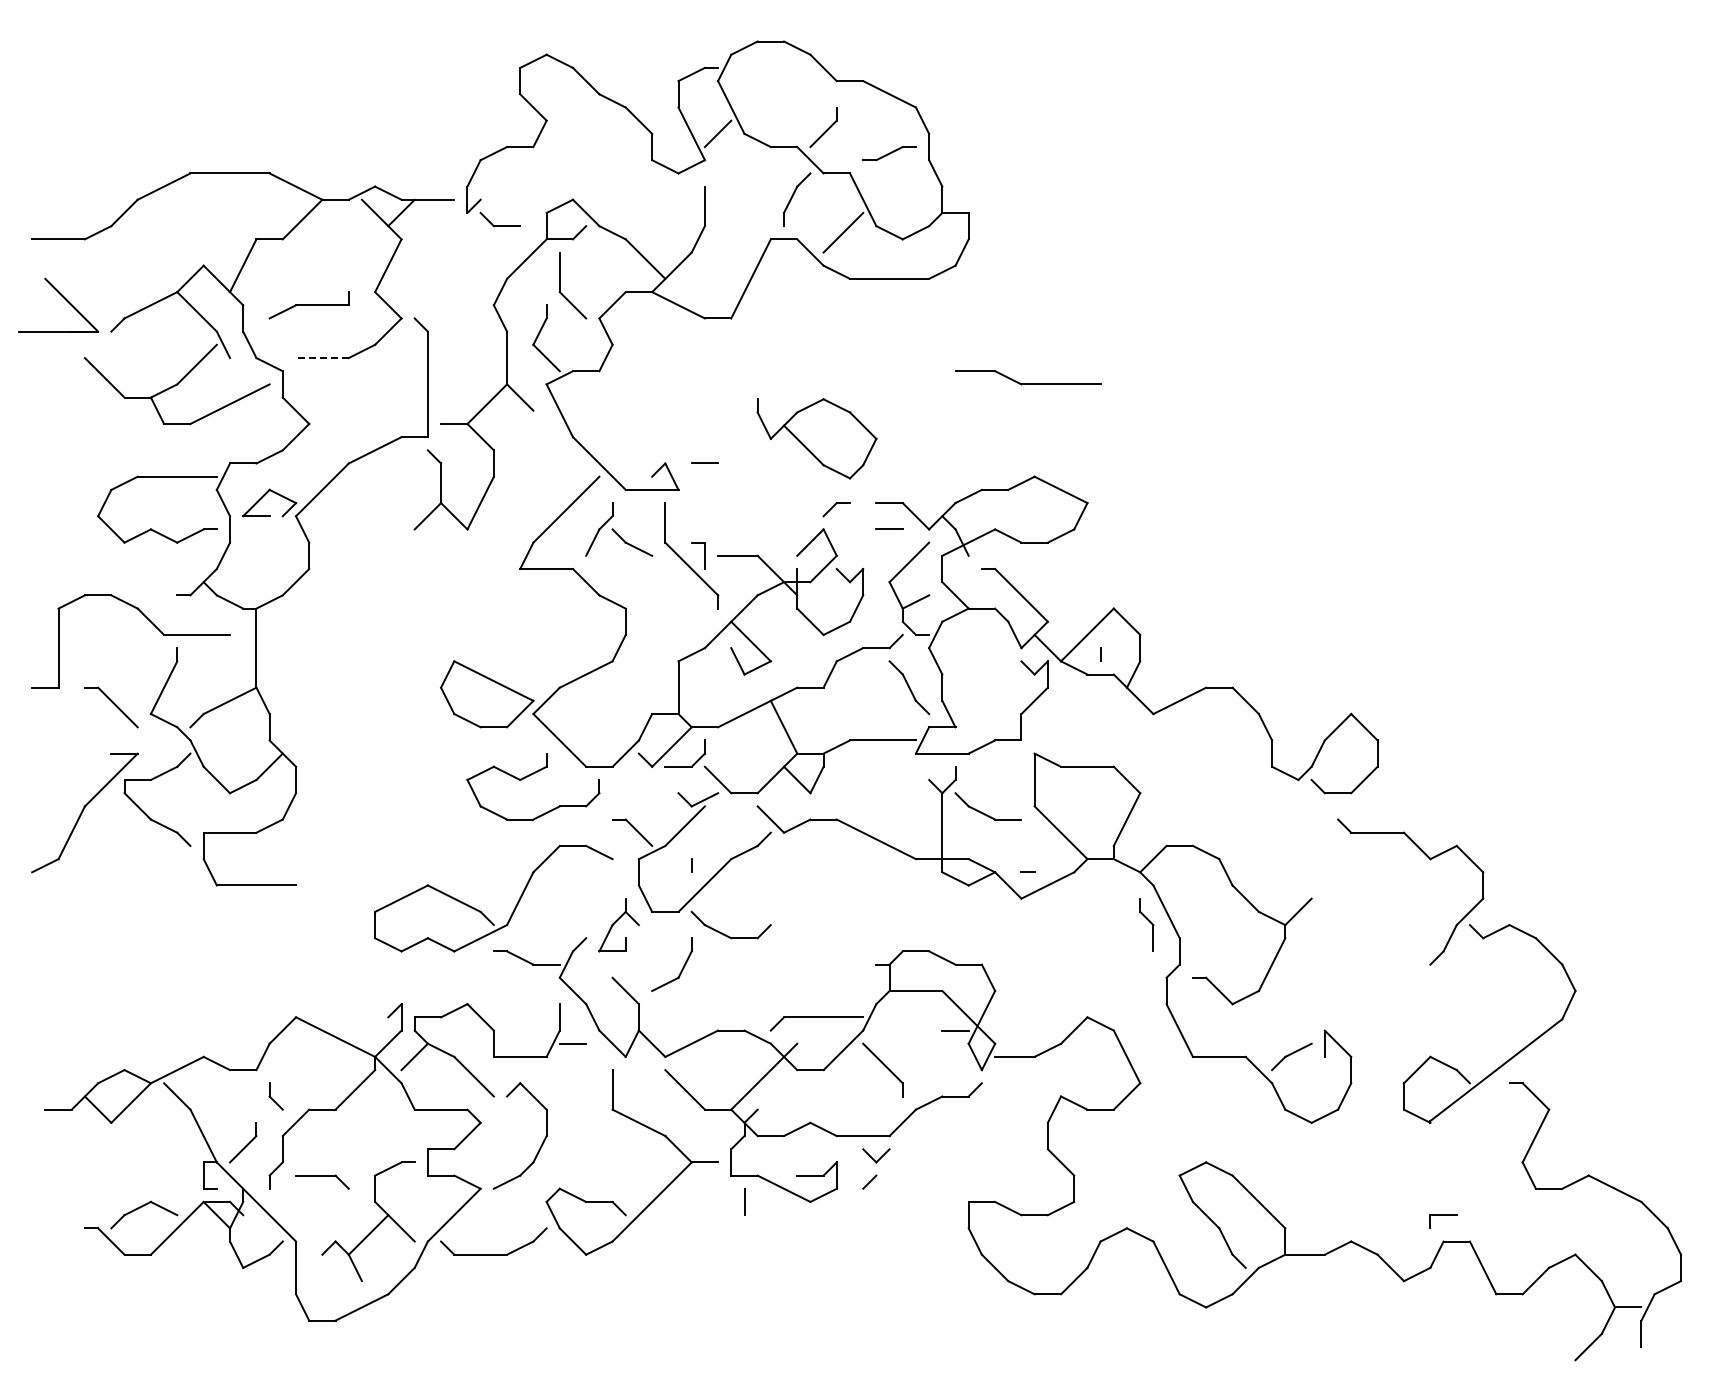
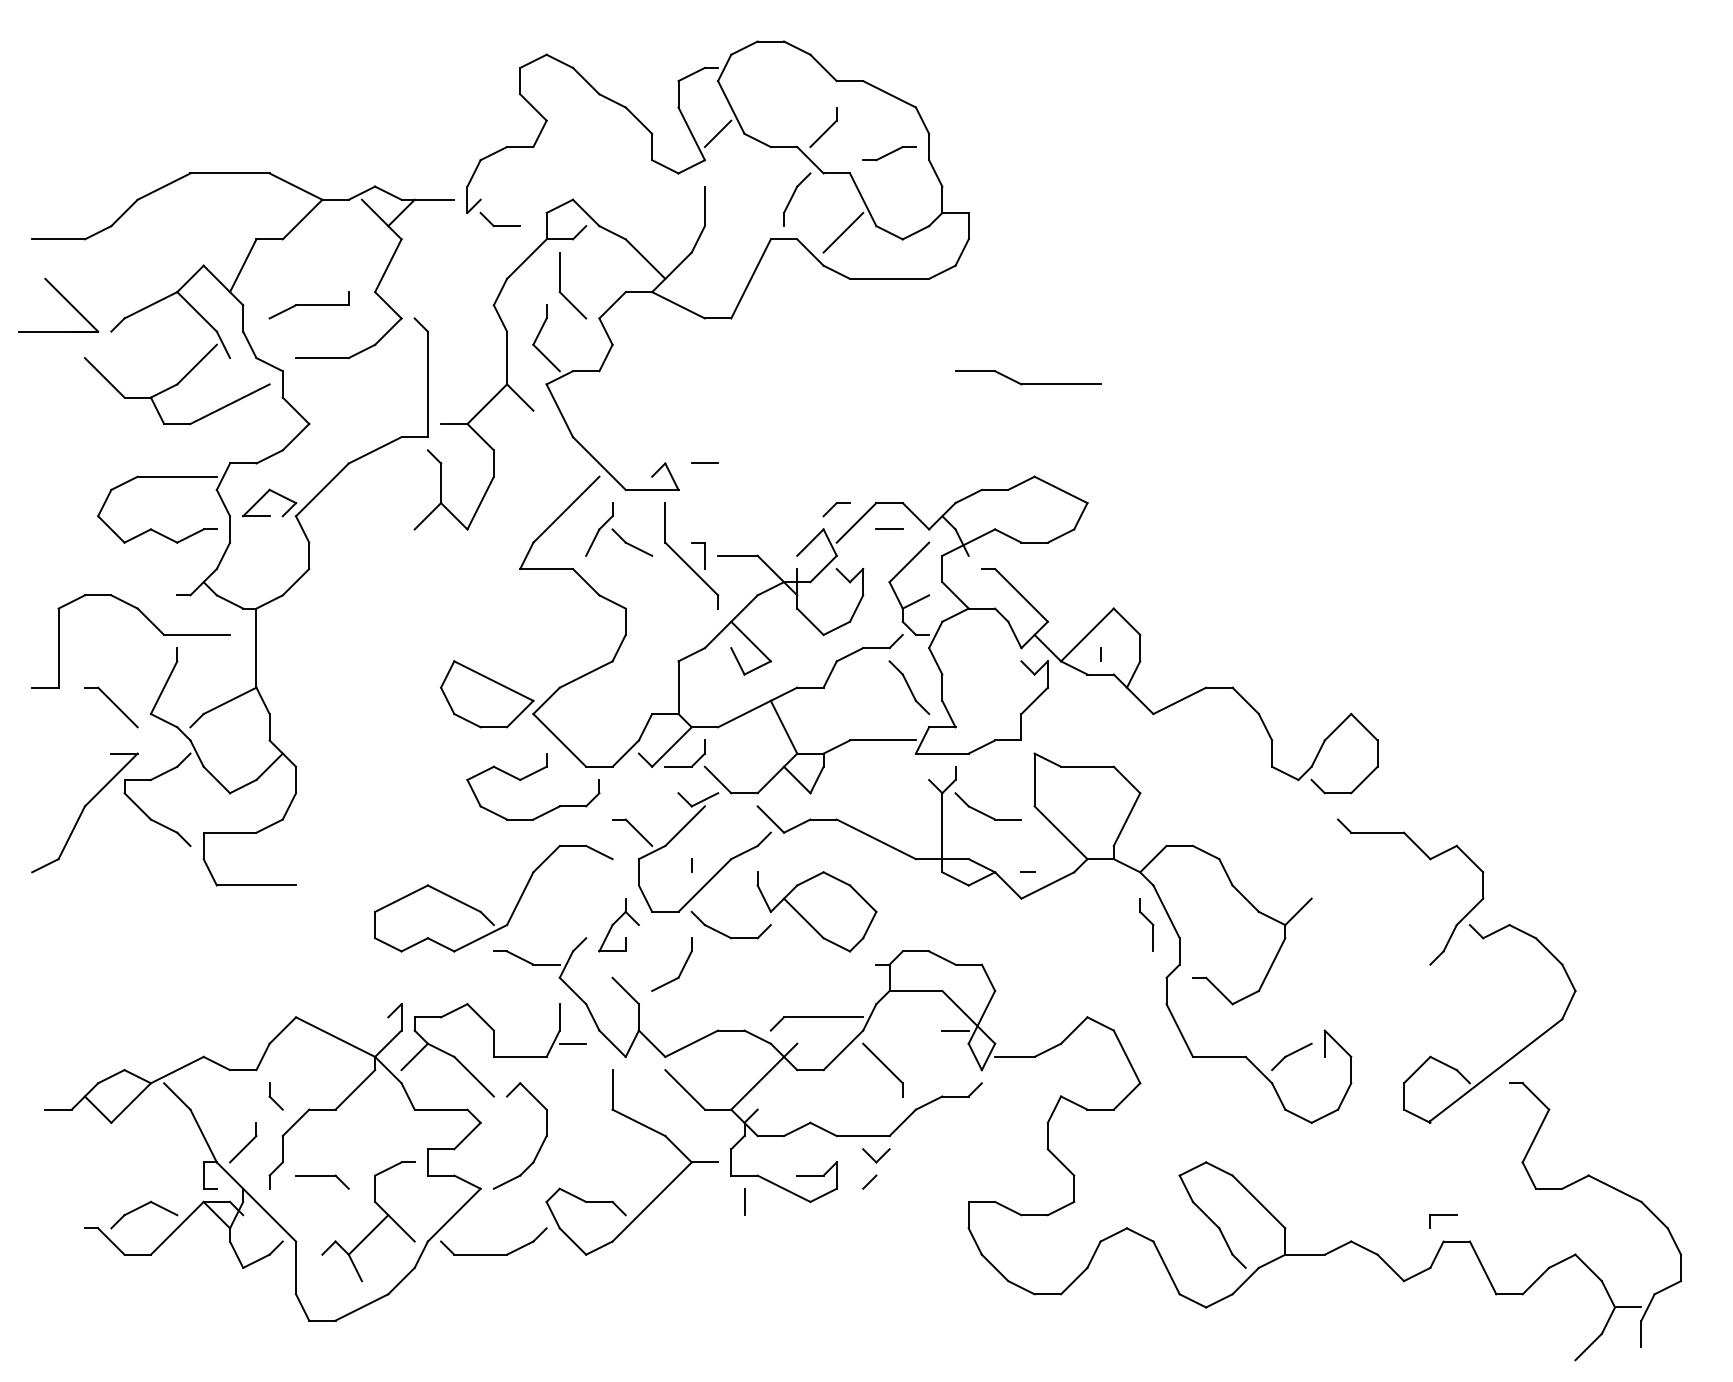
line at (321, 358): dashed -> solid
part at (816, 438) position: (816, 438) -> (816, 911)
line at (856, 522): none -> present
